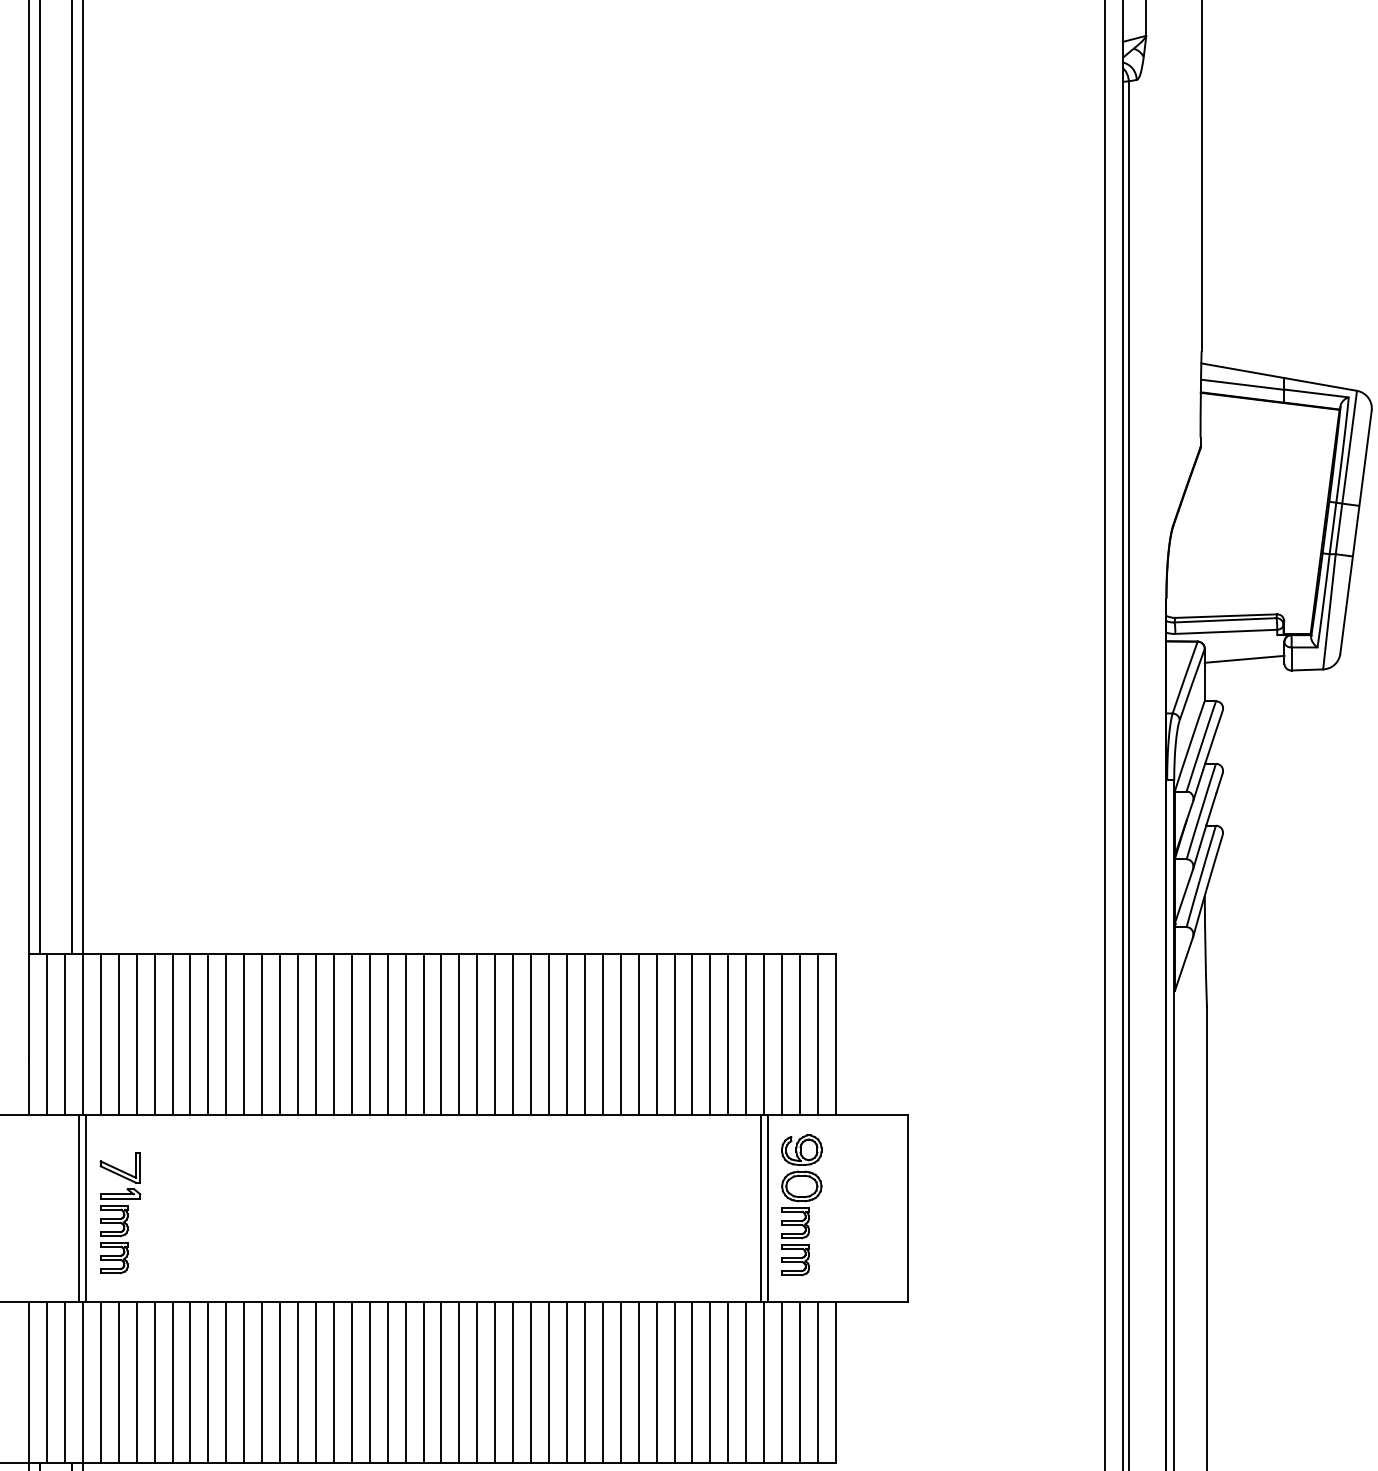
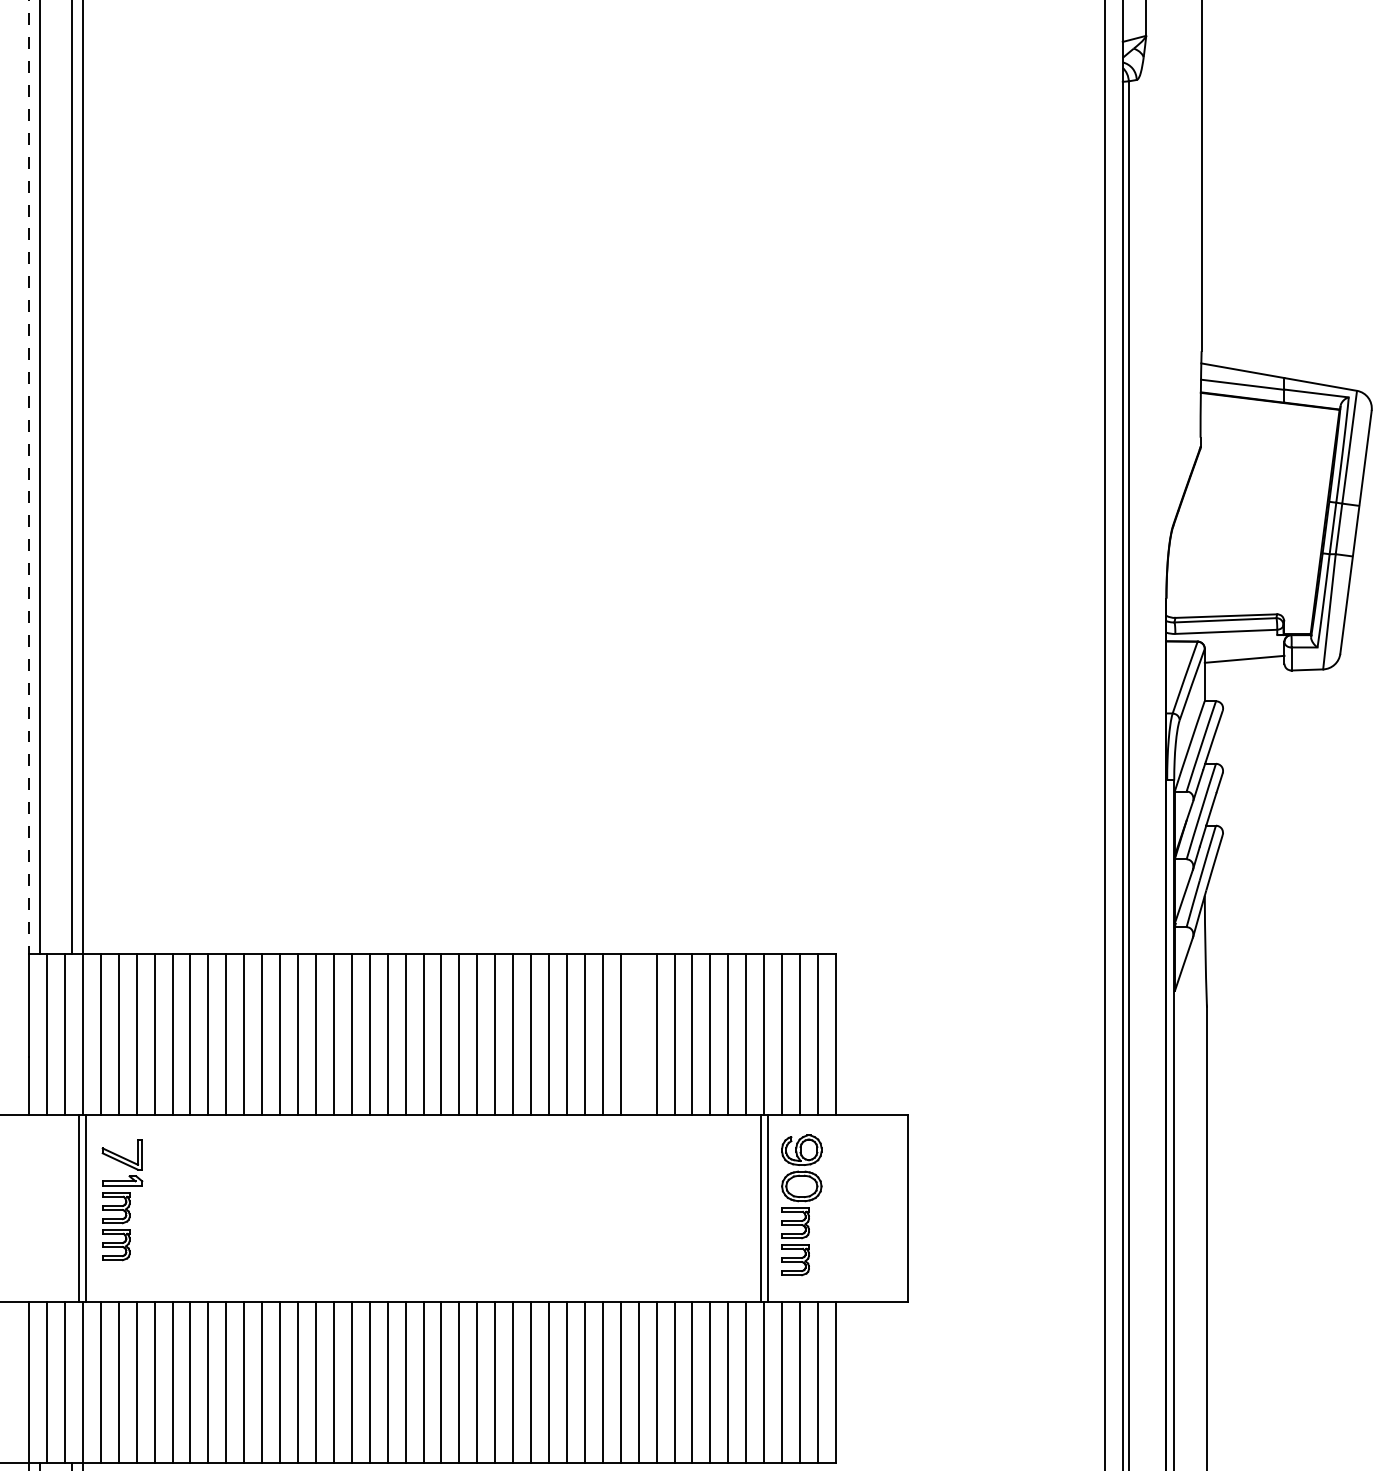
line at (29, 477): solid -> dashed
line at (638, 1034): present -> none
part at (120, 1213) position: (120, 1213) -> (122, 1200)
